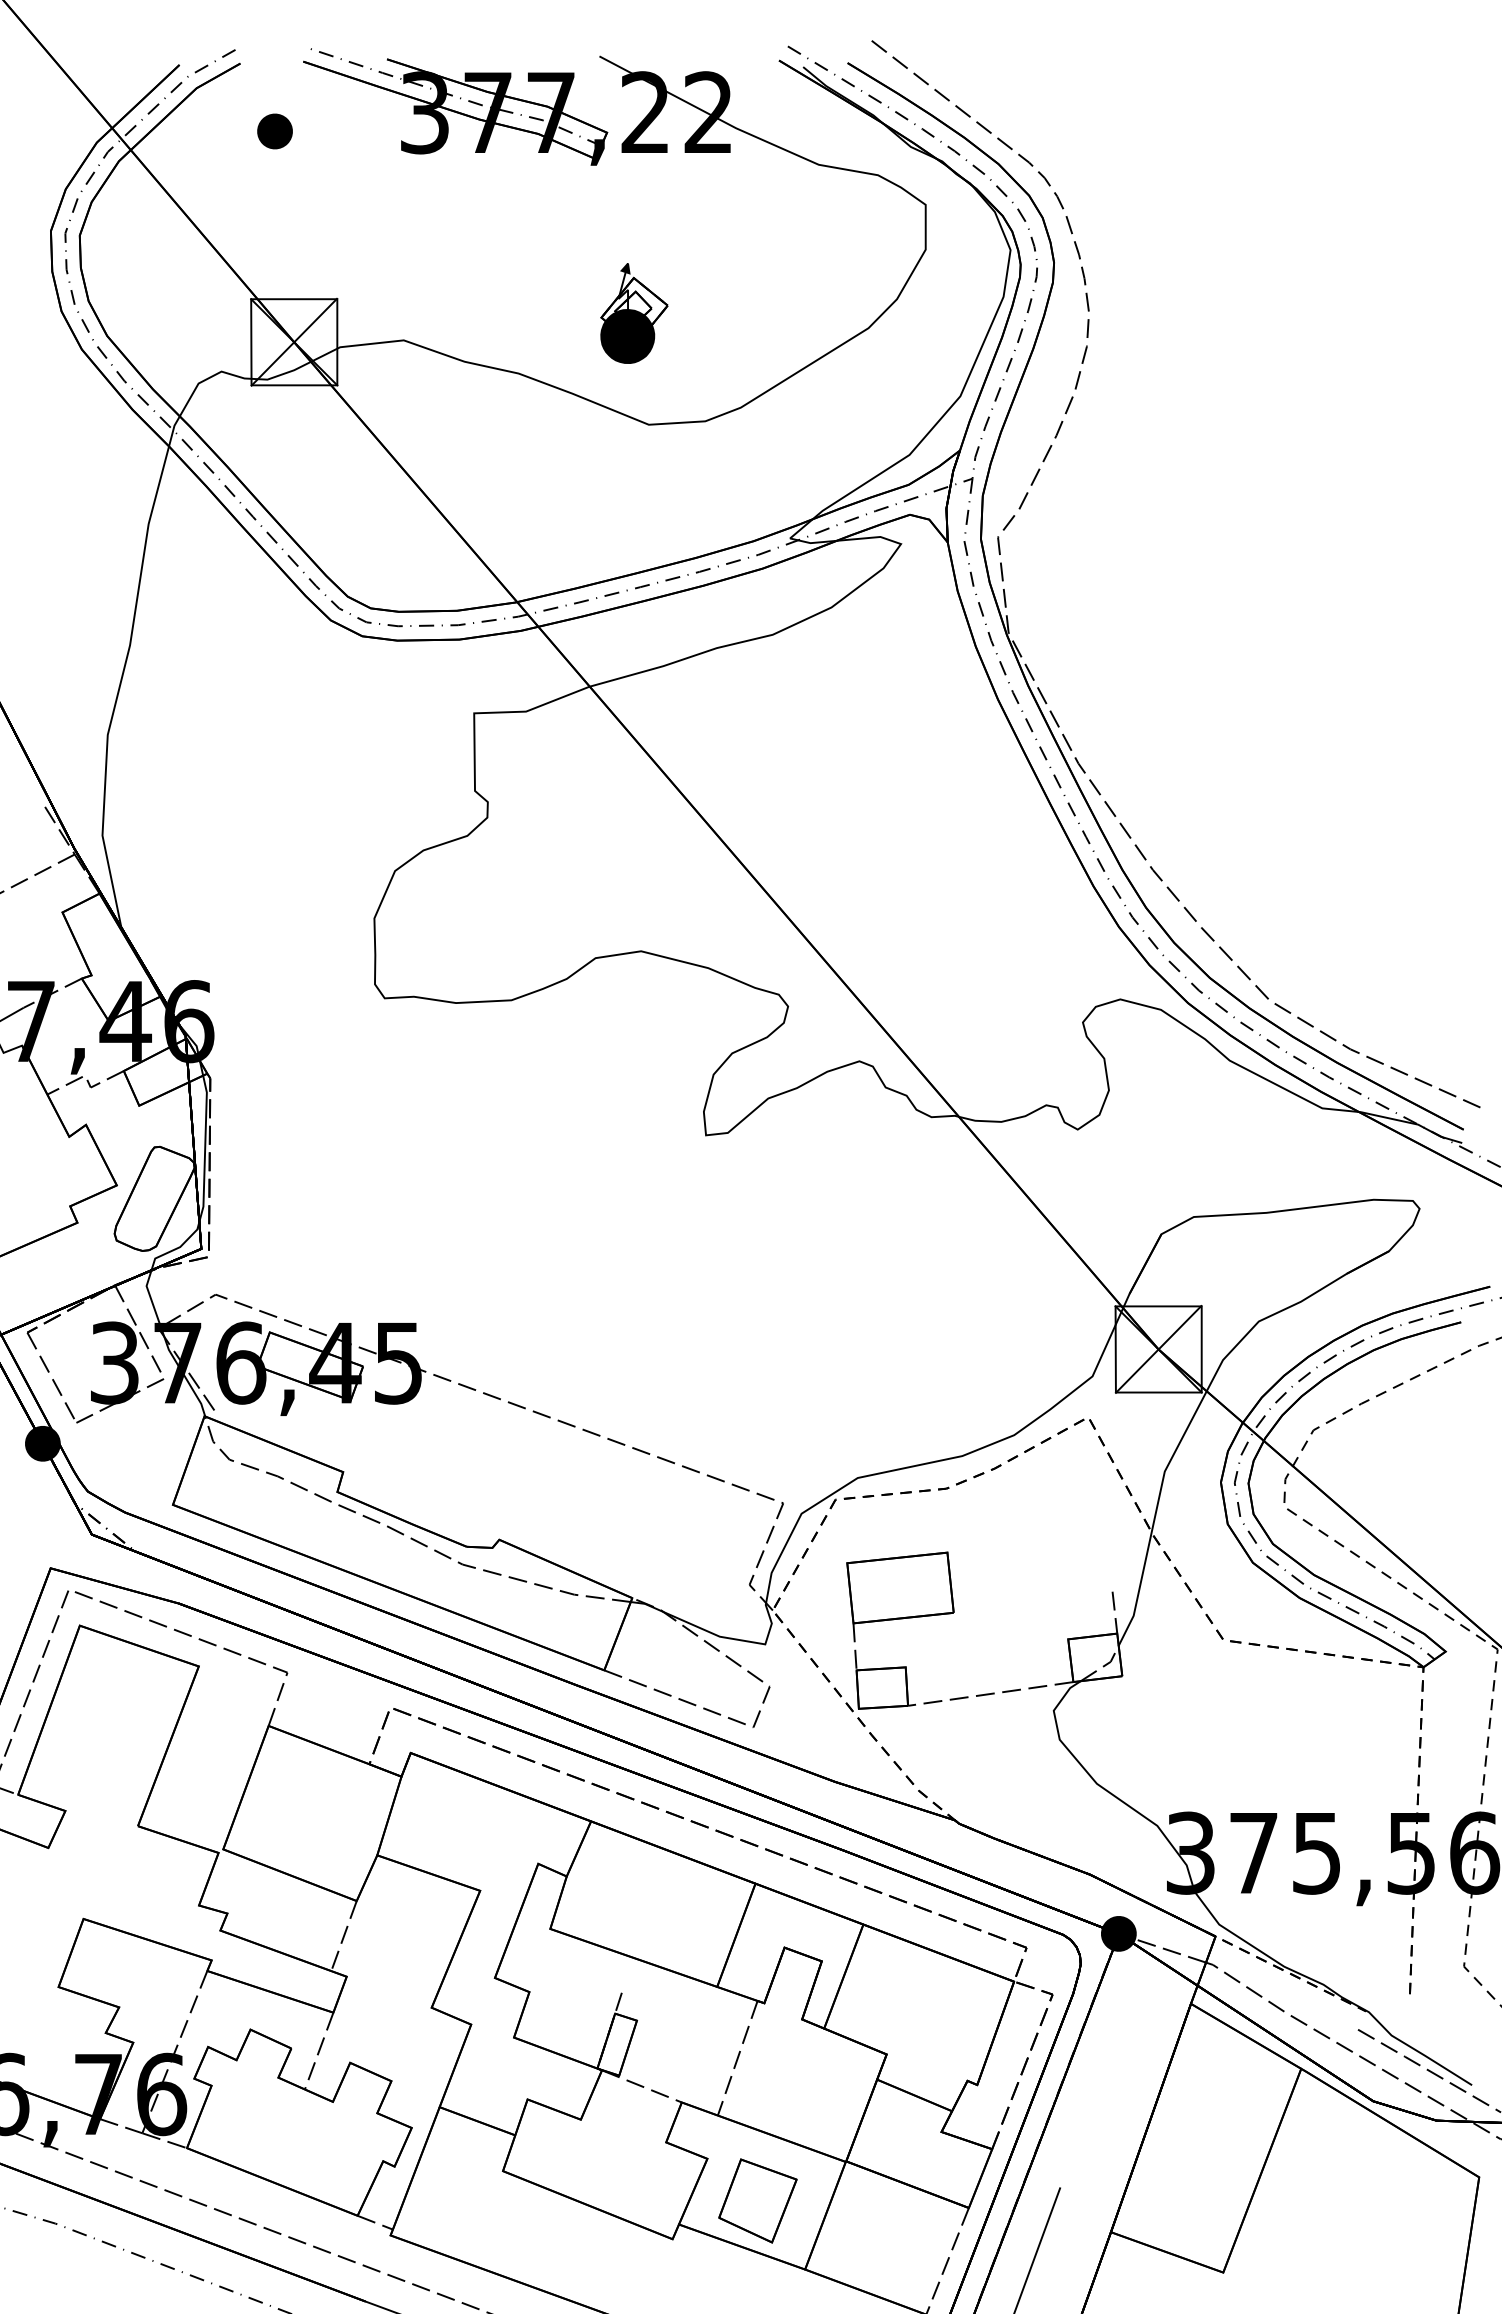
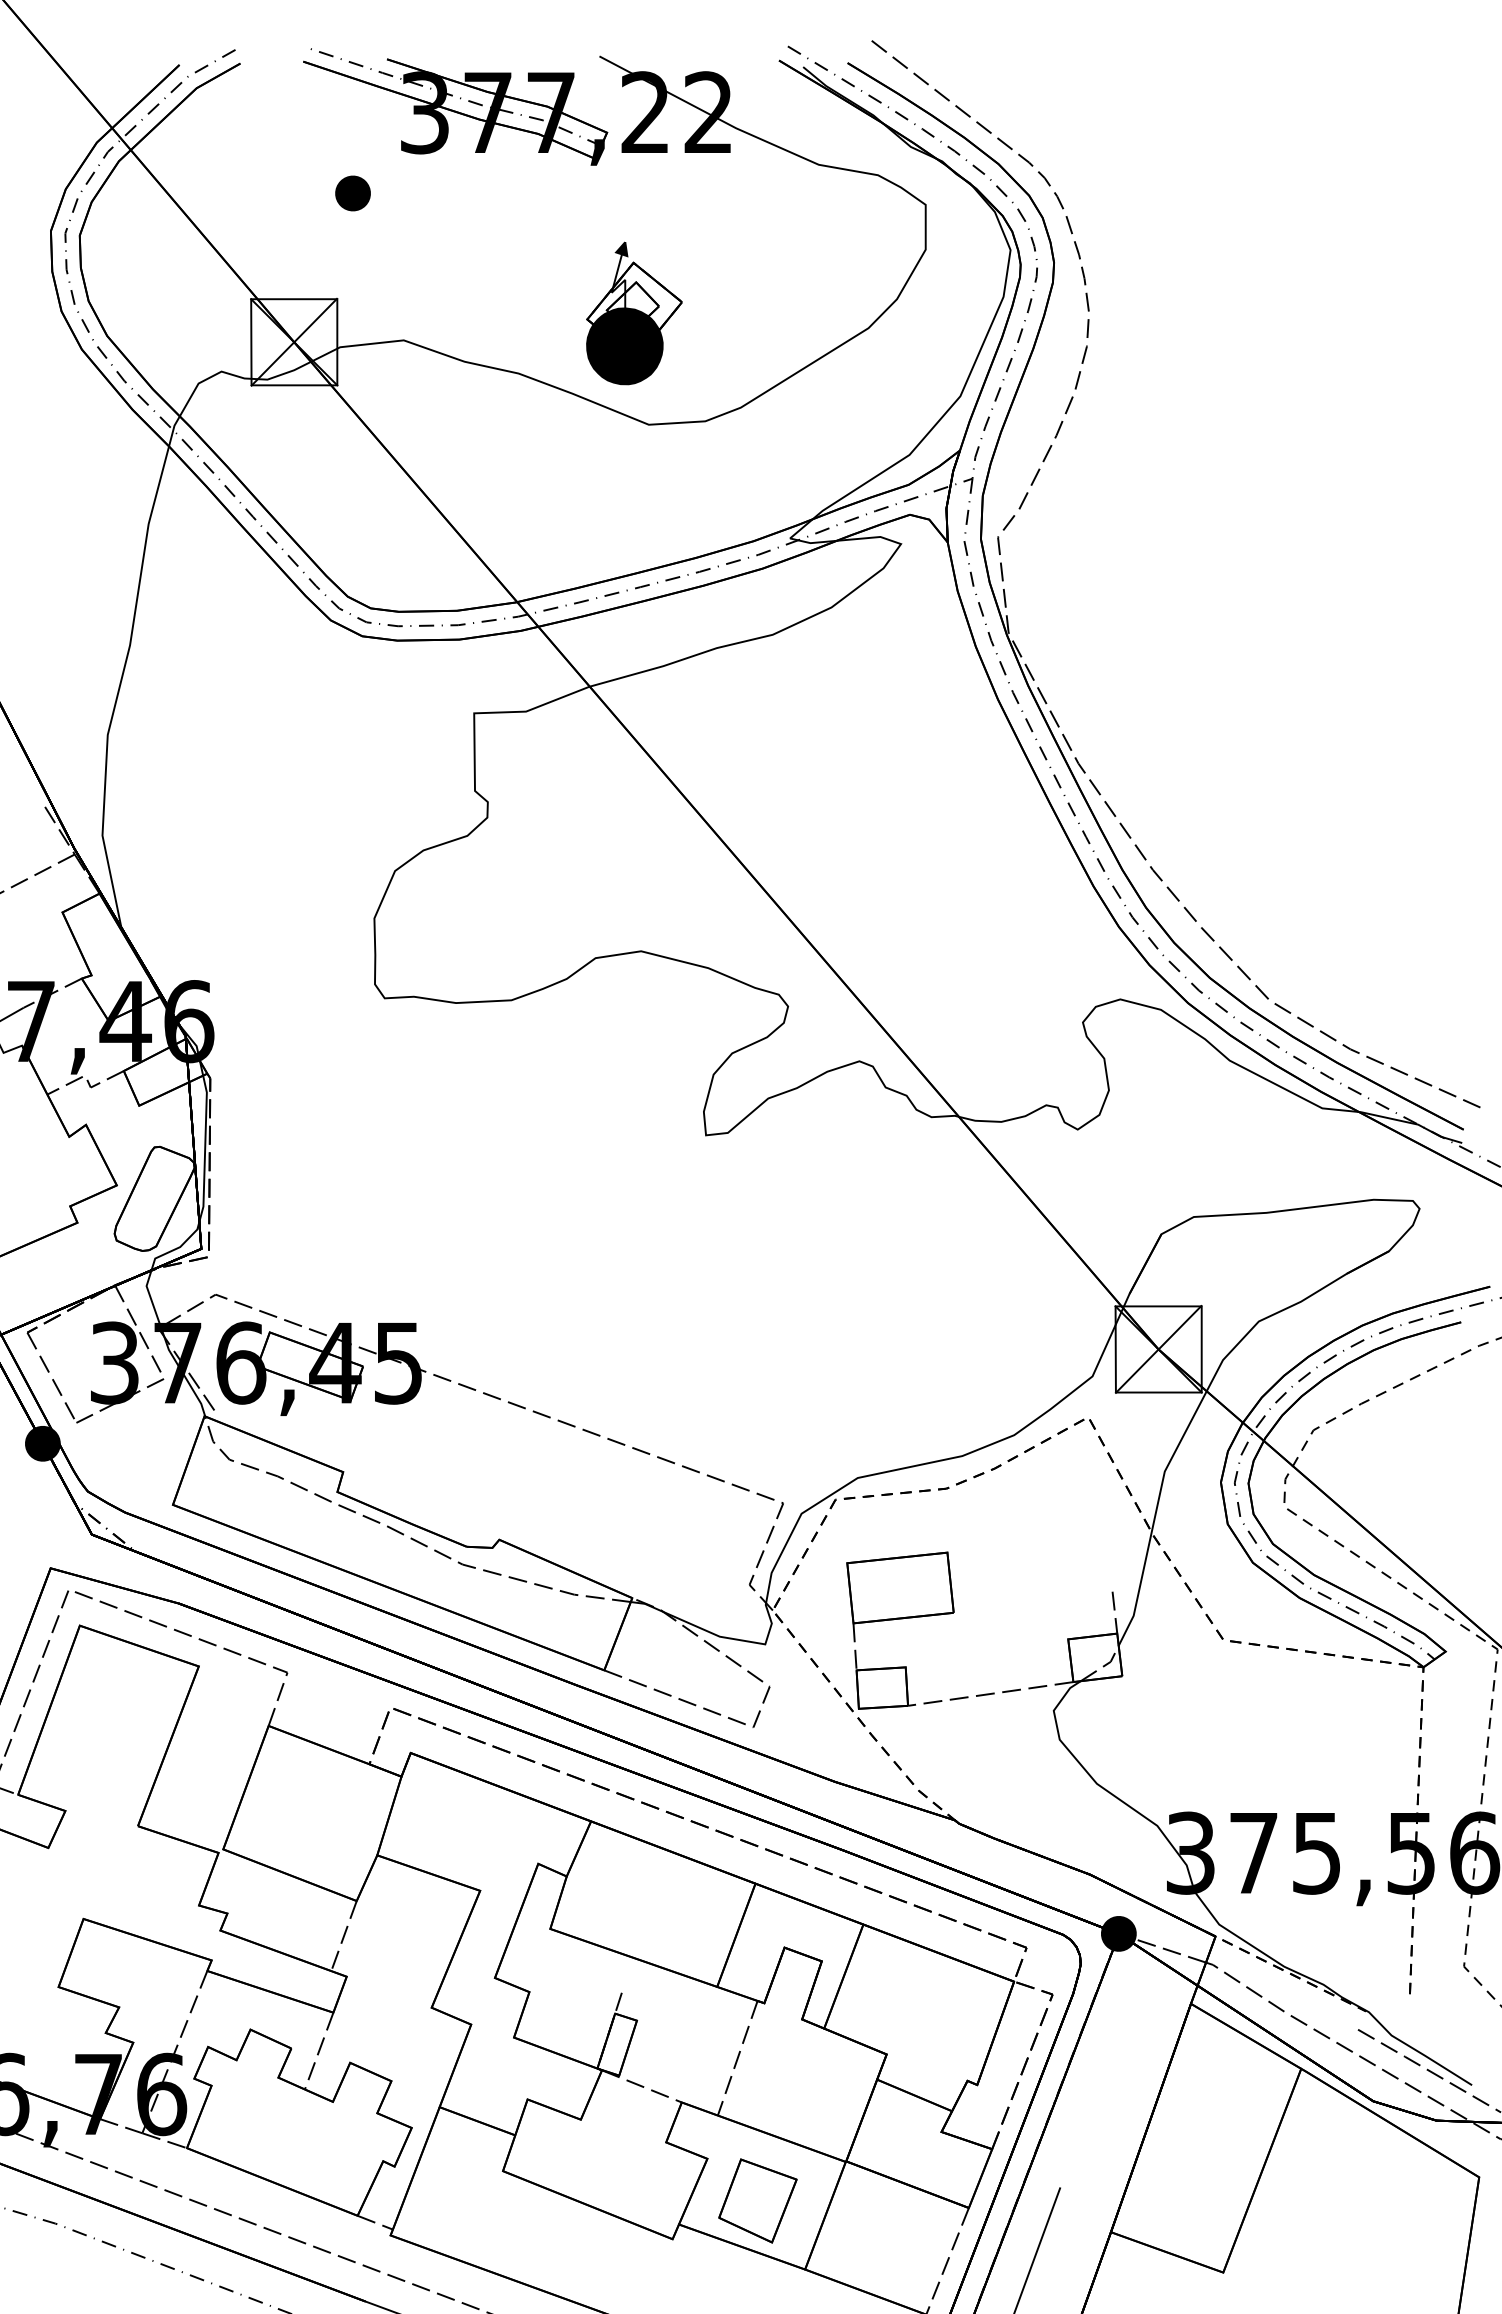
part at (274, 131) position: (274, 131) -> (352, 193)
part at (634, 313) size: 69x101 px -> 97x145 px
